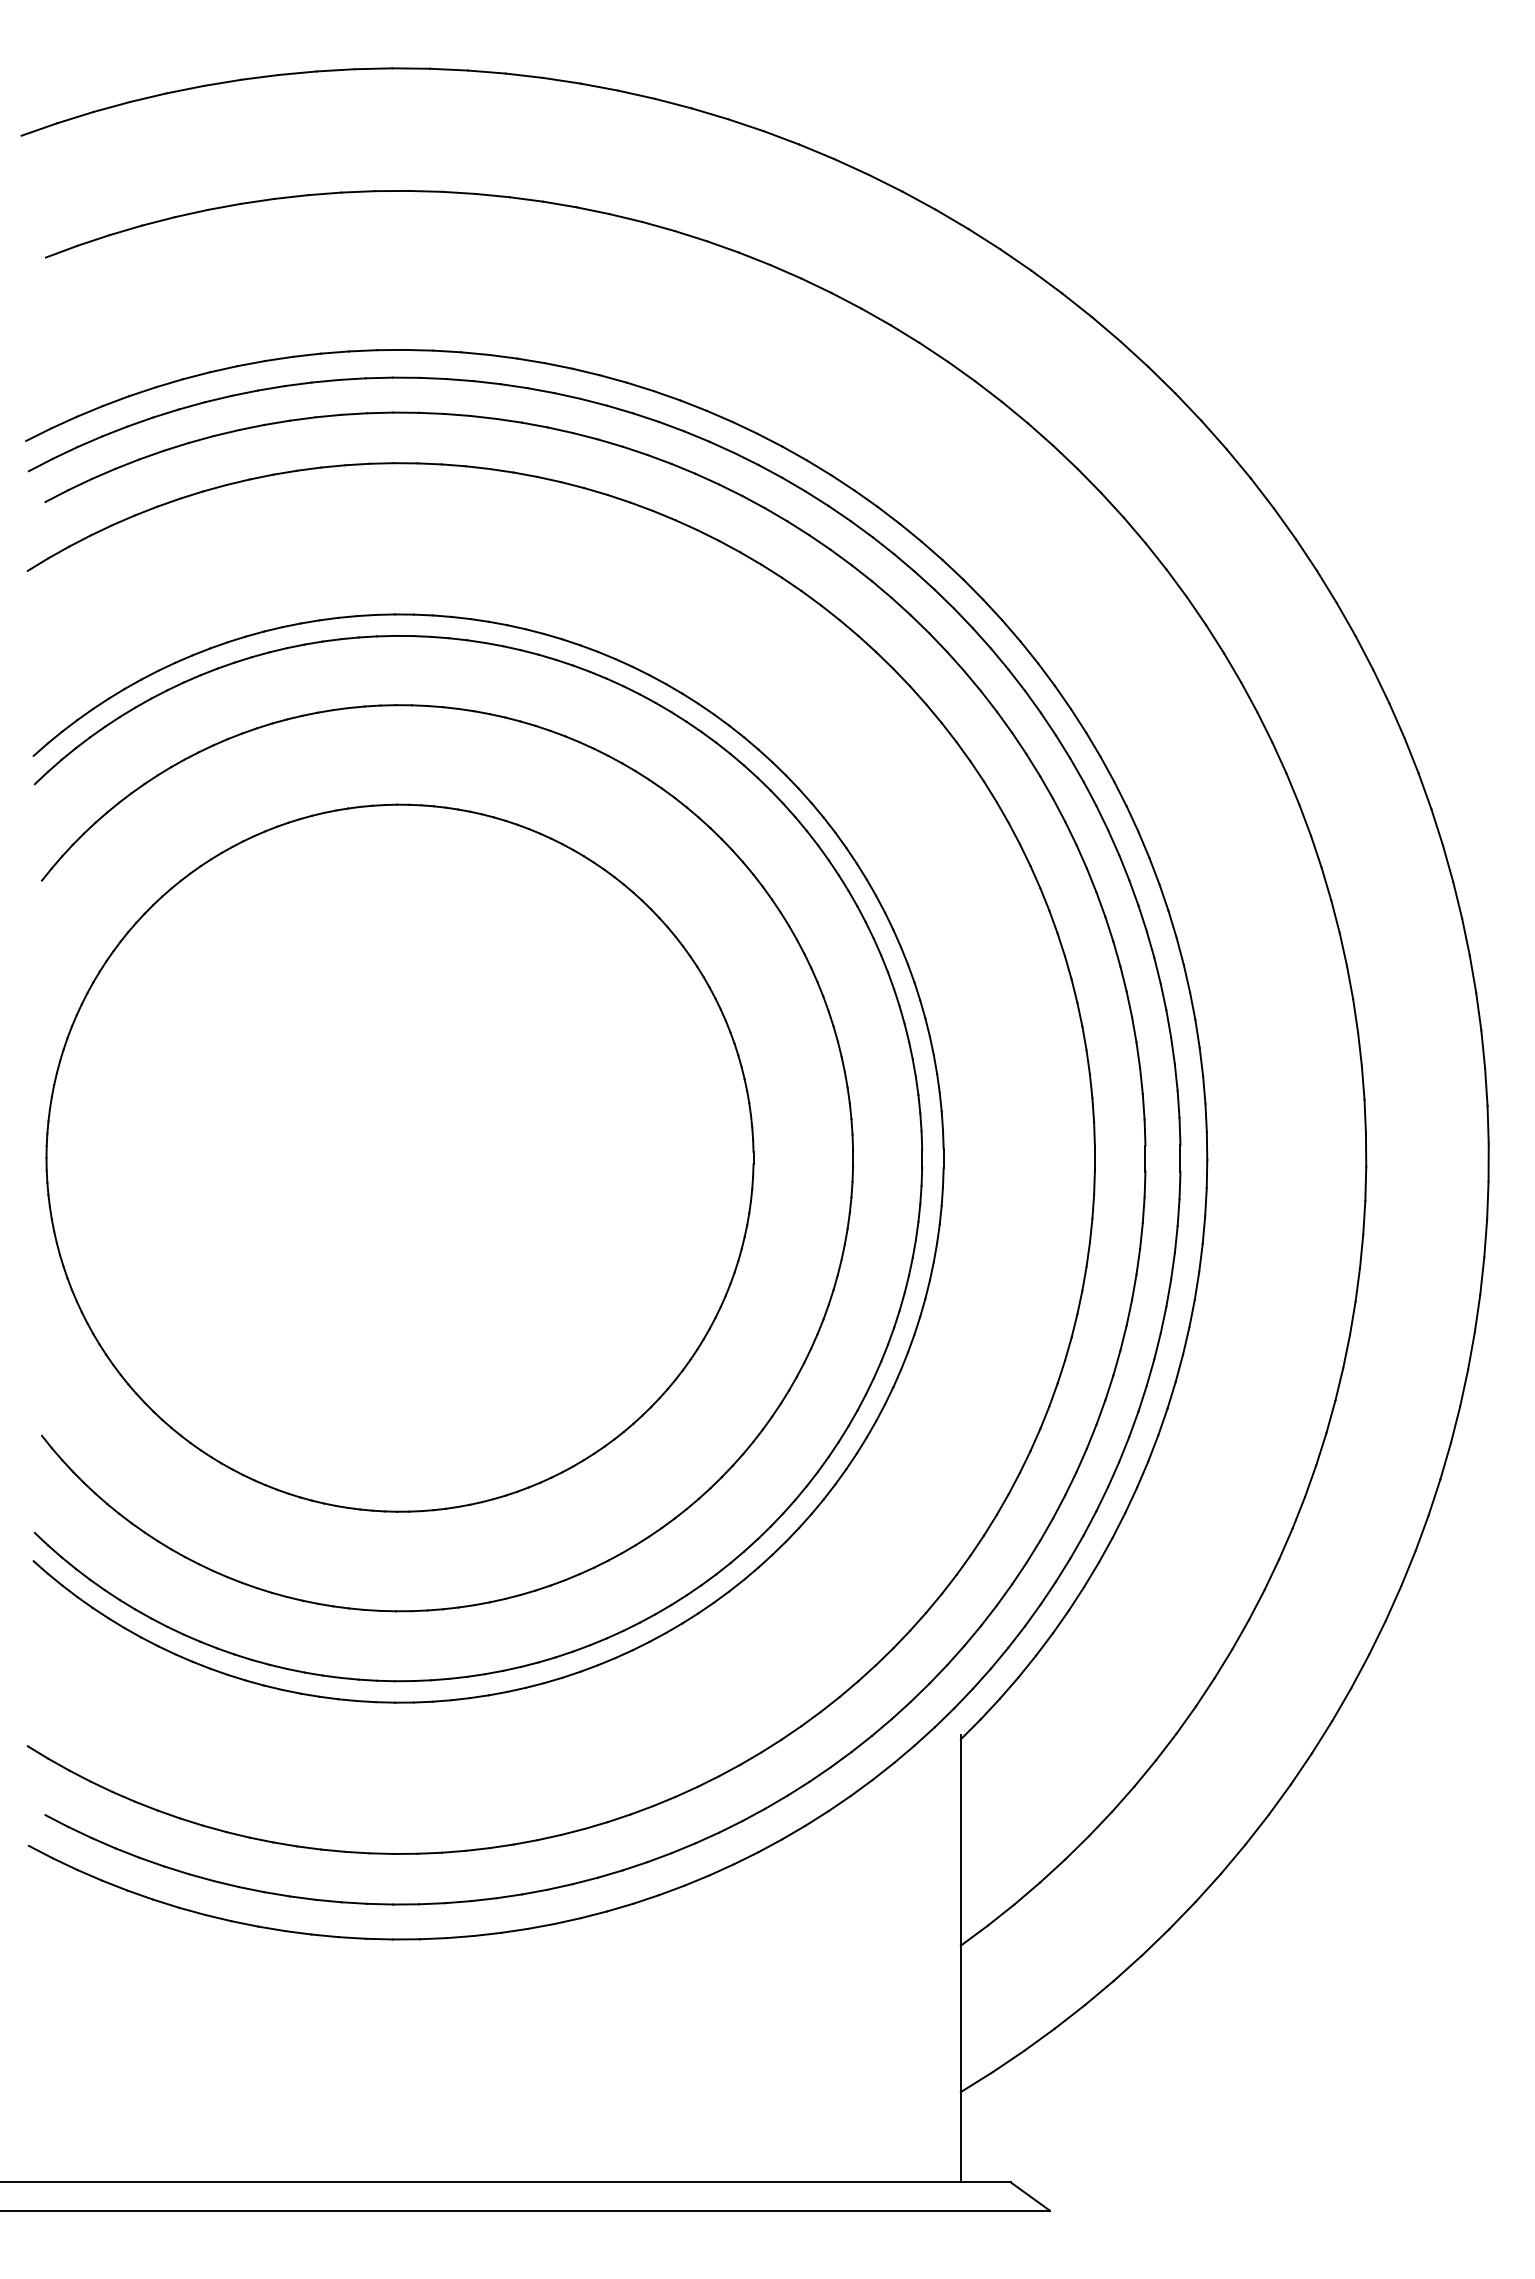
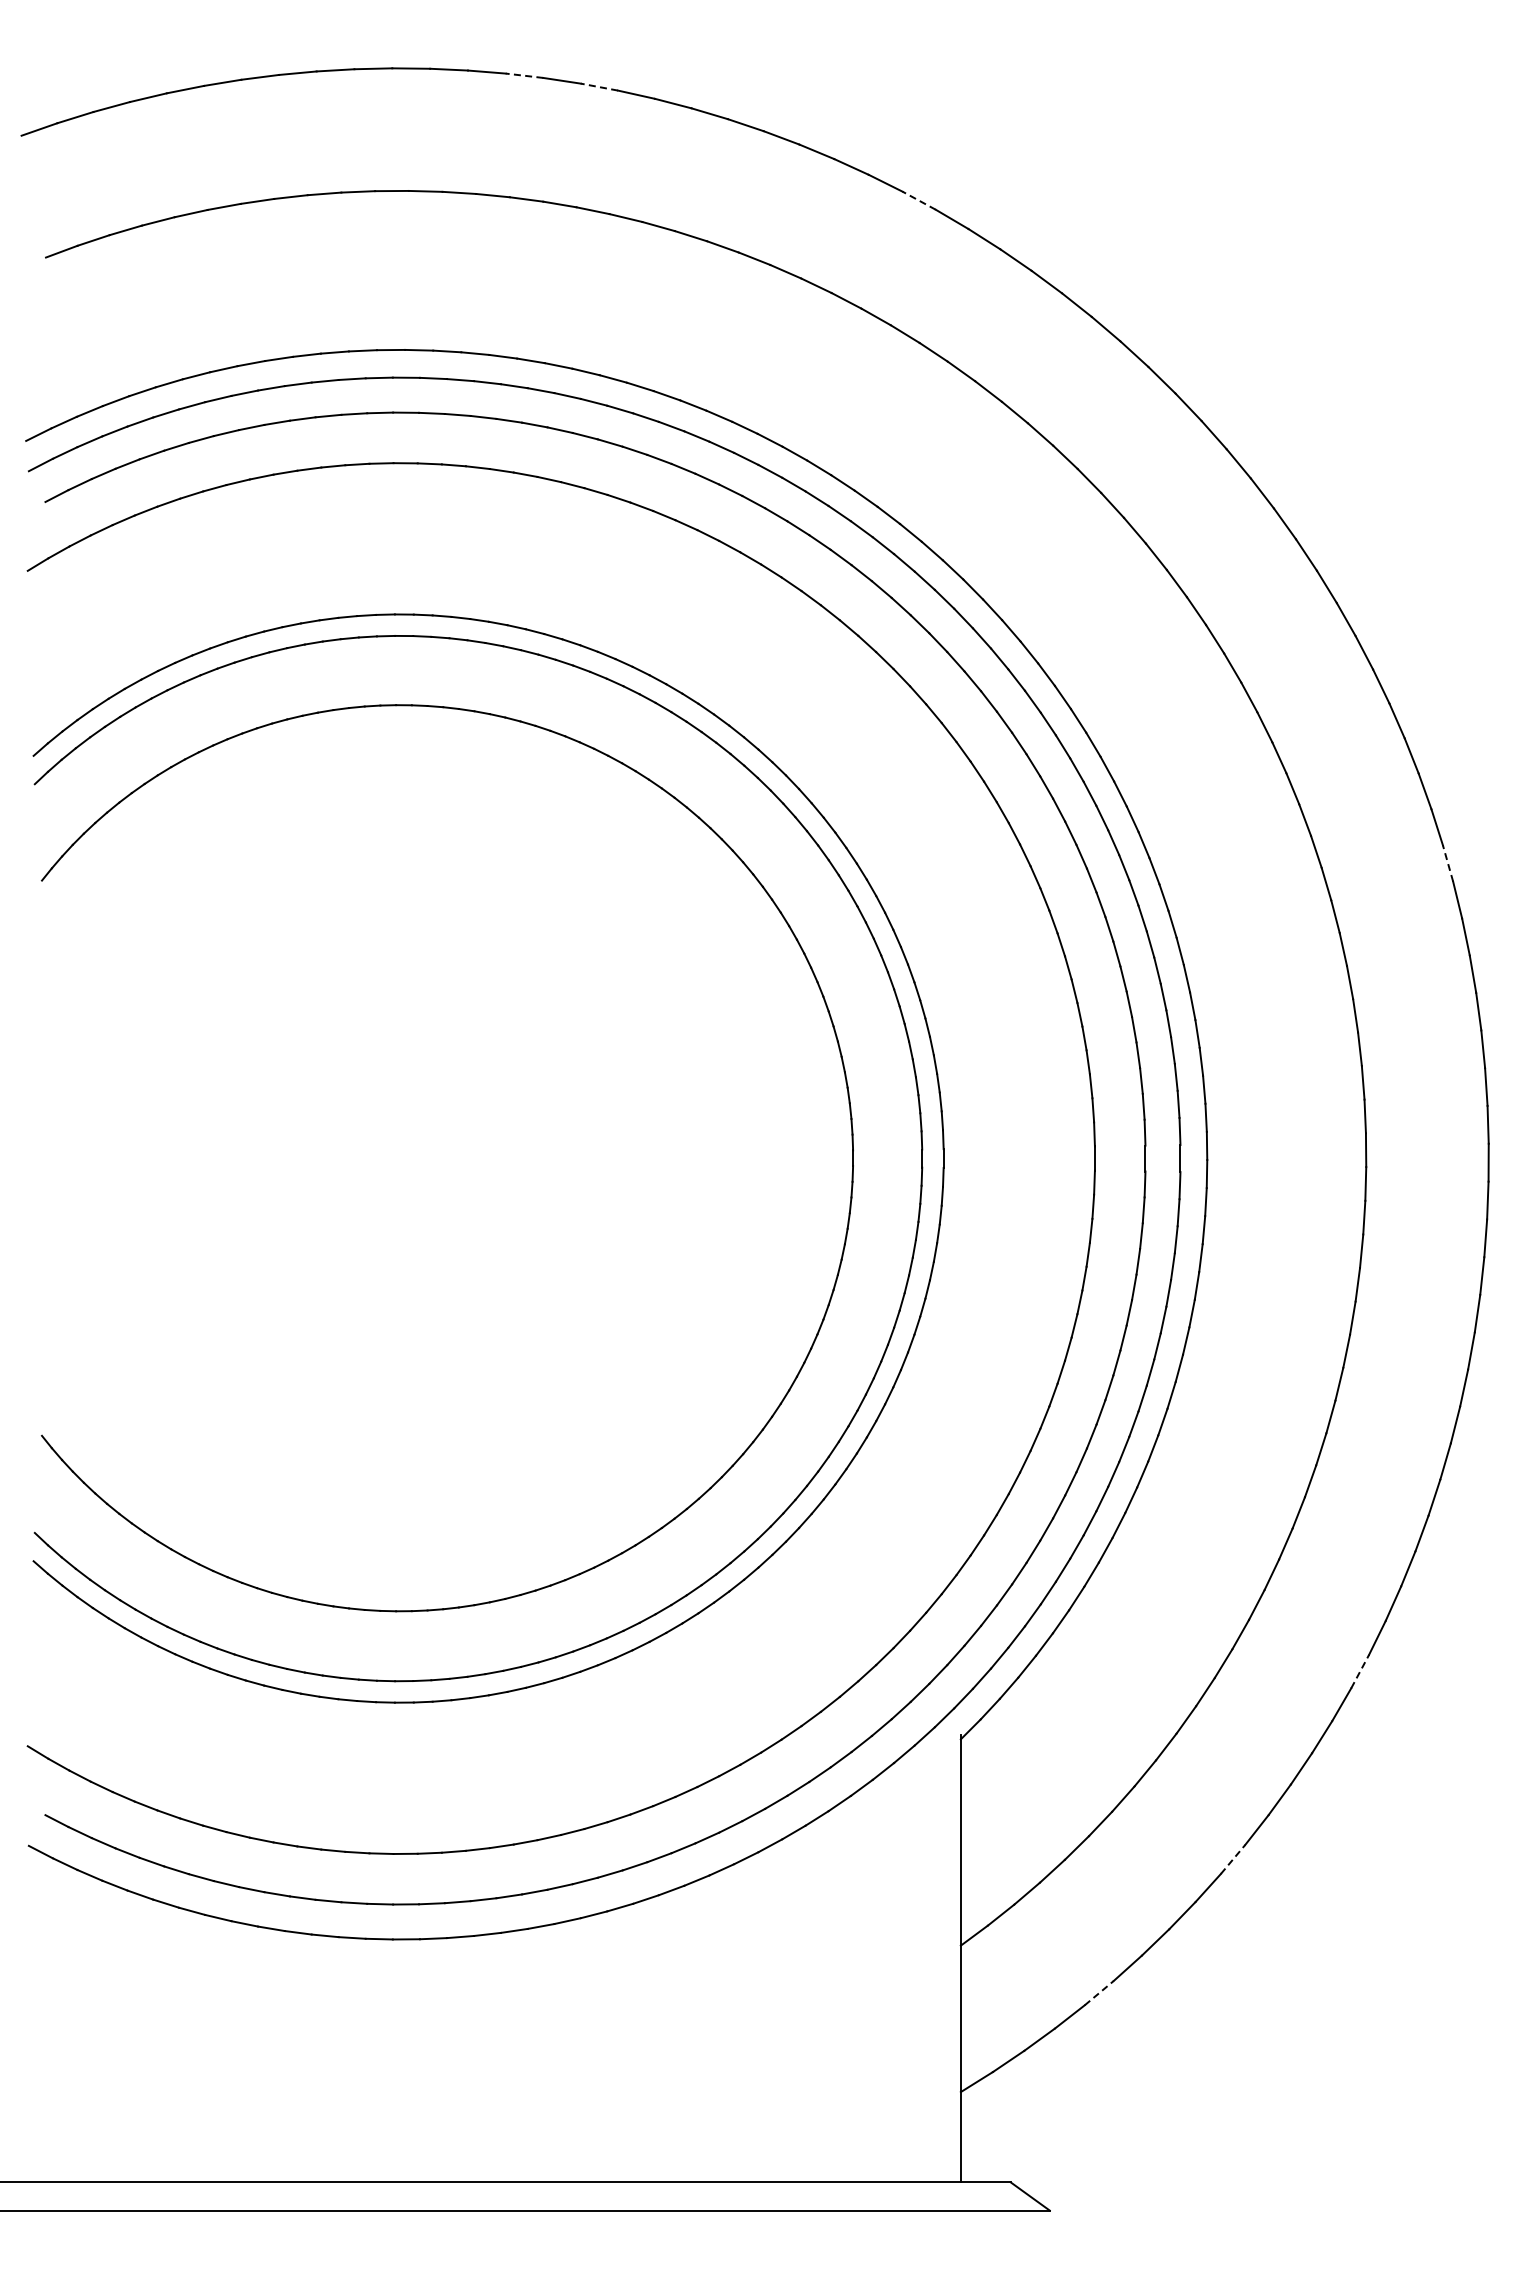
line at (524, 75): solid -> dashed
line at (599, 87): solid -> dashed
line at (919, 200): solid -> dashed
line at (1448, 863): solid -> dashed
part at (399, 1157): present -> none
line at (1360, 1671): solid -> dashed
line at (1233, 1859): solid -> dashed
line at (1099, 1993): solid -> dashed
